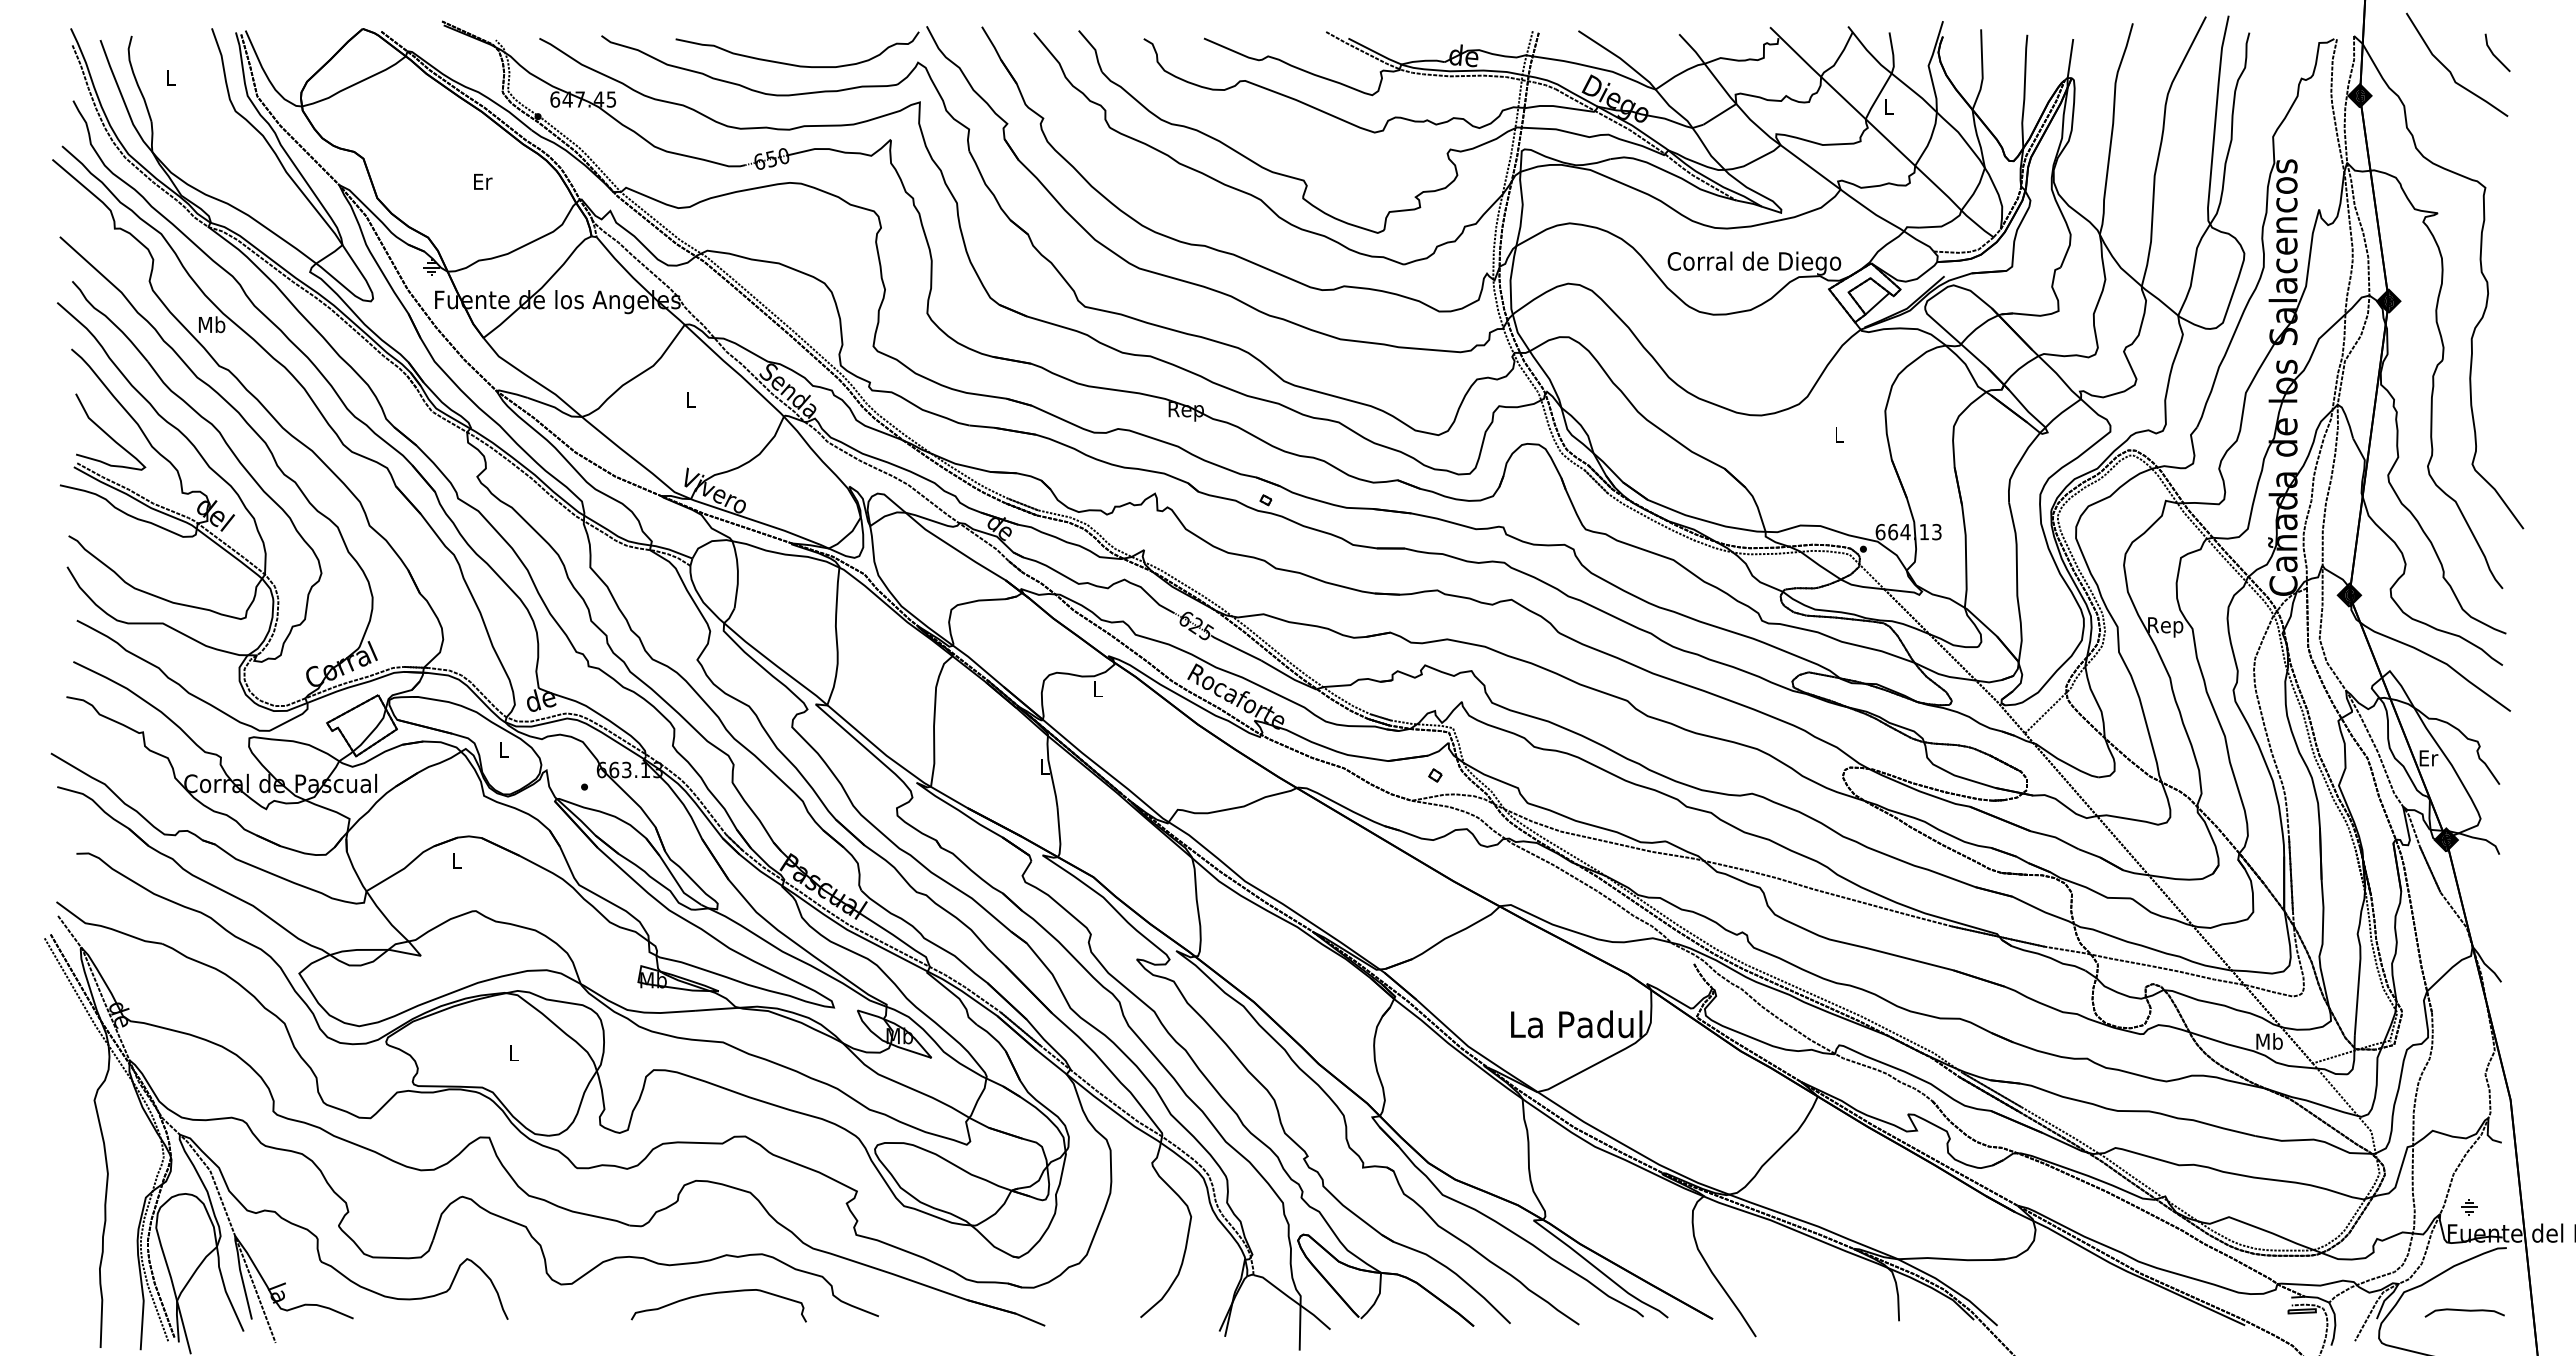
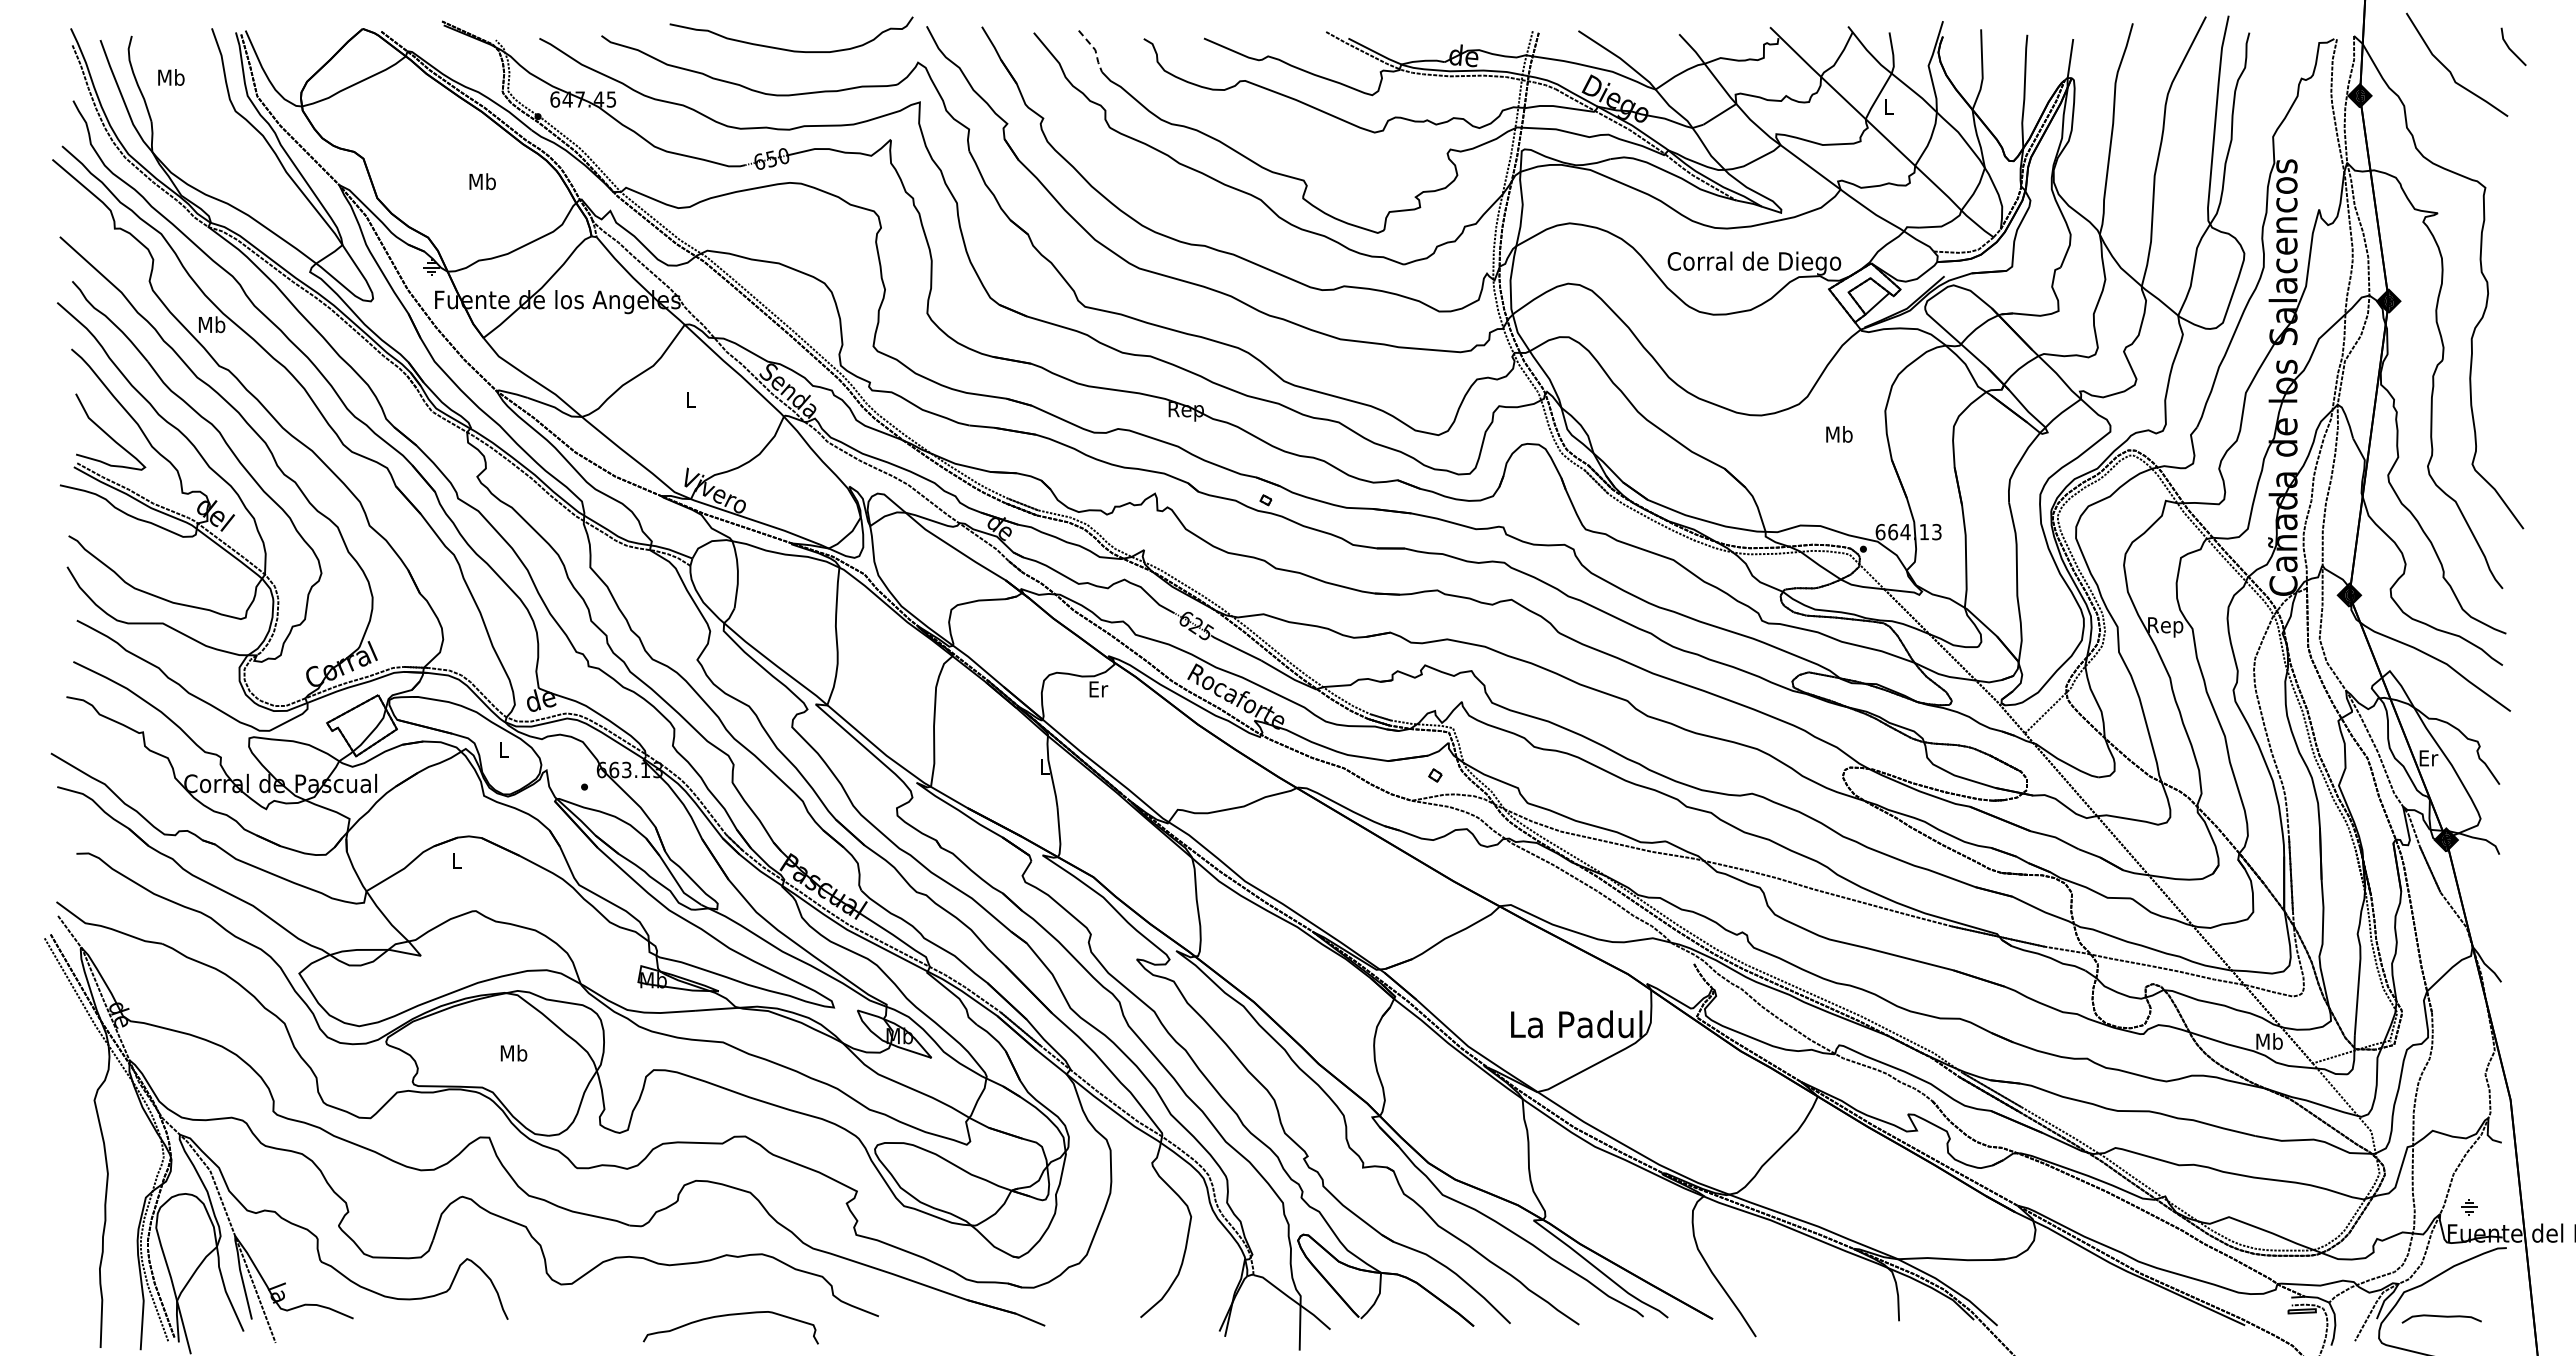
line at (1095, 50): solid -> dashed
line at (2494, 54) position: (2494, 54) -> (2510, 48)
curve at (796, 64) position: (796, 64) -> (790, 49)
text at (171, 77): L -> Mb
text at (482, 181): Er -> Mb
text at (1839, 434): L -> Mb
text at (1098, 689): L -> Er
text at (513, 1052): L -> Mb
curve at (714, 1294) position: (714, 1294) -> (726, 1316)
curve at (2464, 1311) position: (2464, 1311) -> (2441, 1317)
